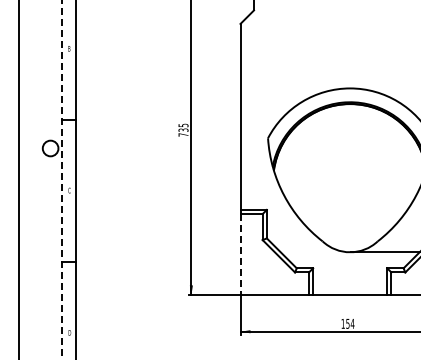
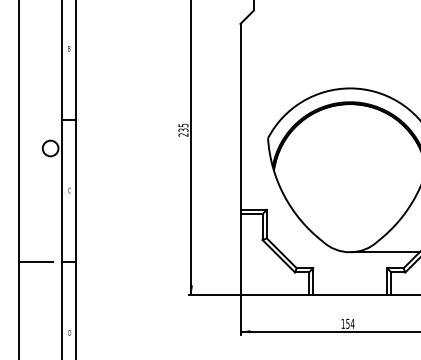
text at (183, 134): 735 -> 235
line at (62, 180): dashed -> solid
line at (240, 254): dashed -> solid
line at (36, 262): none -> present
